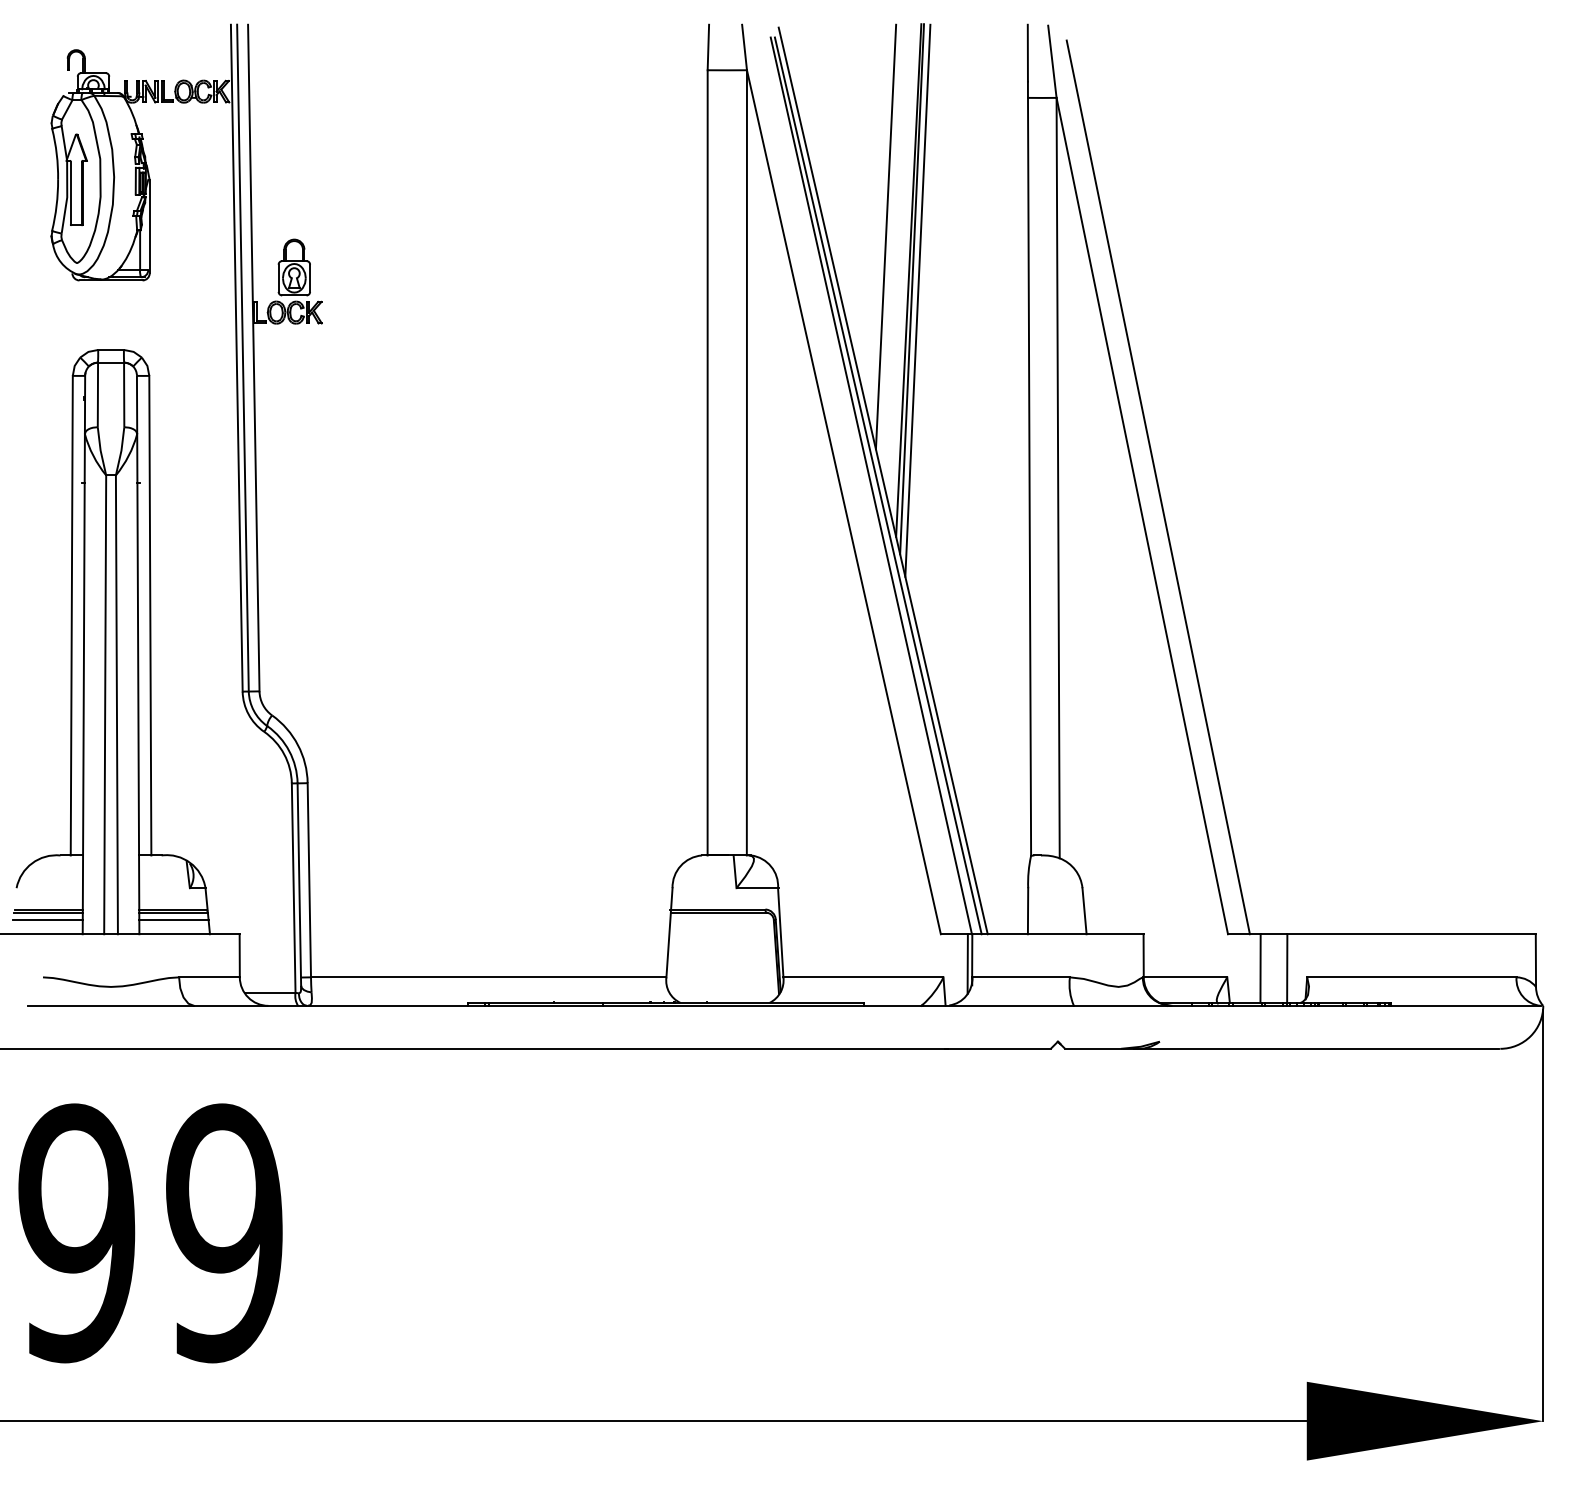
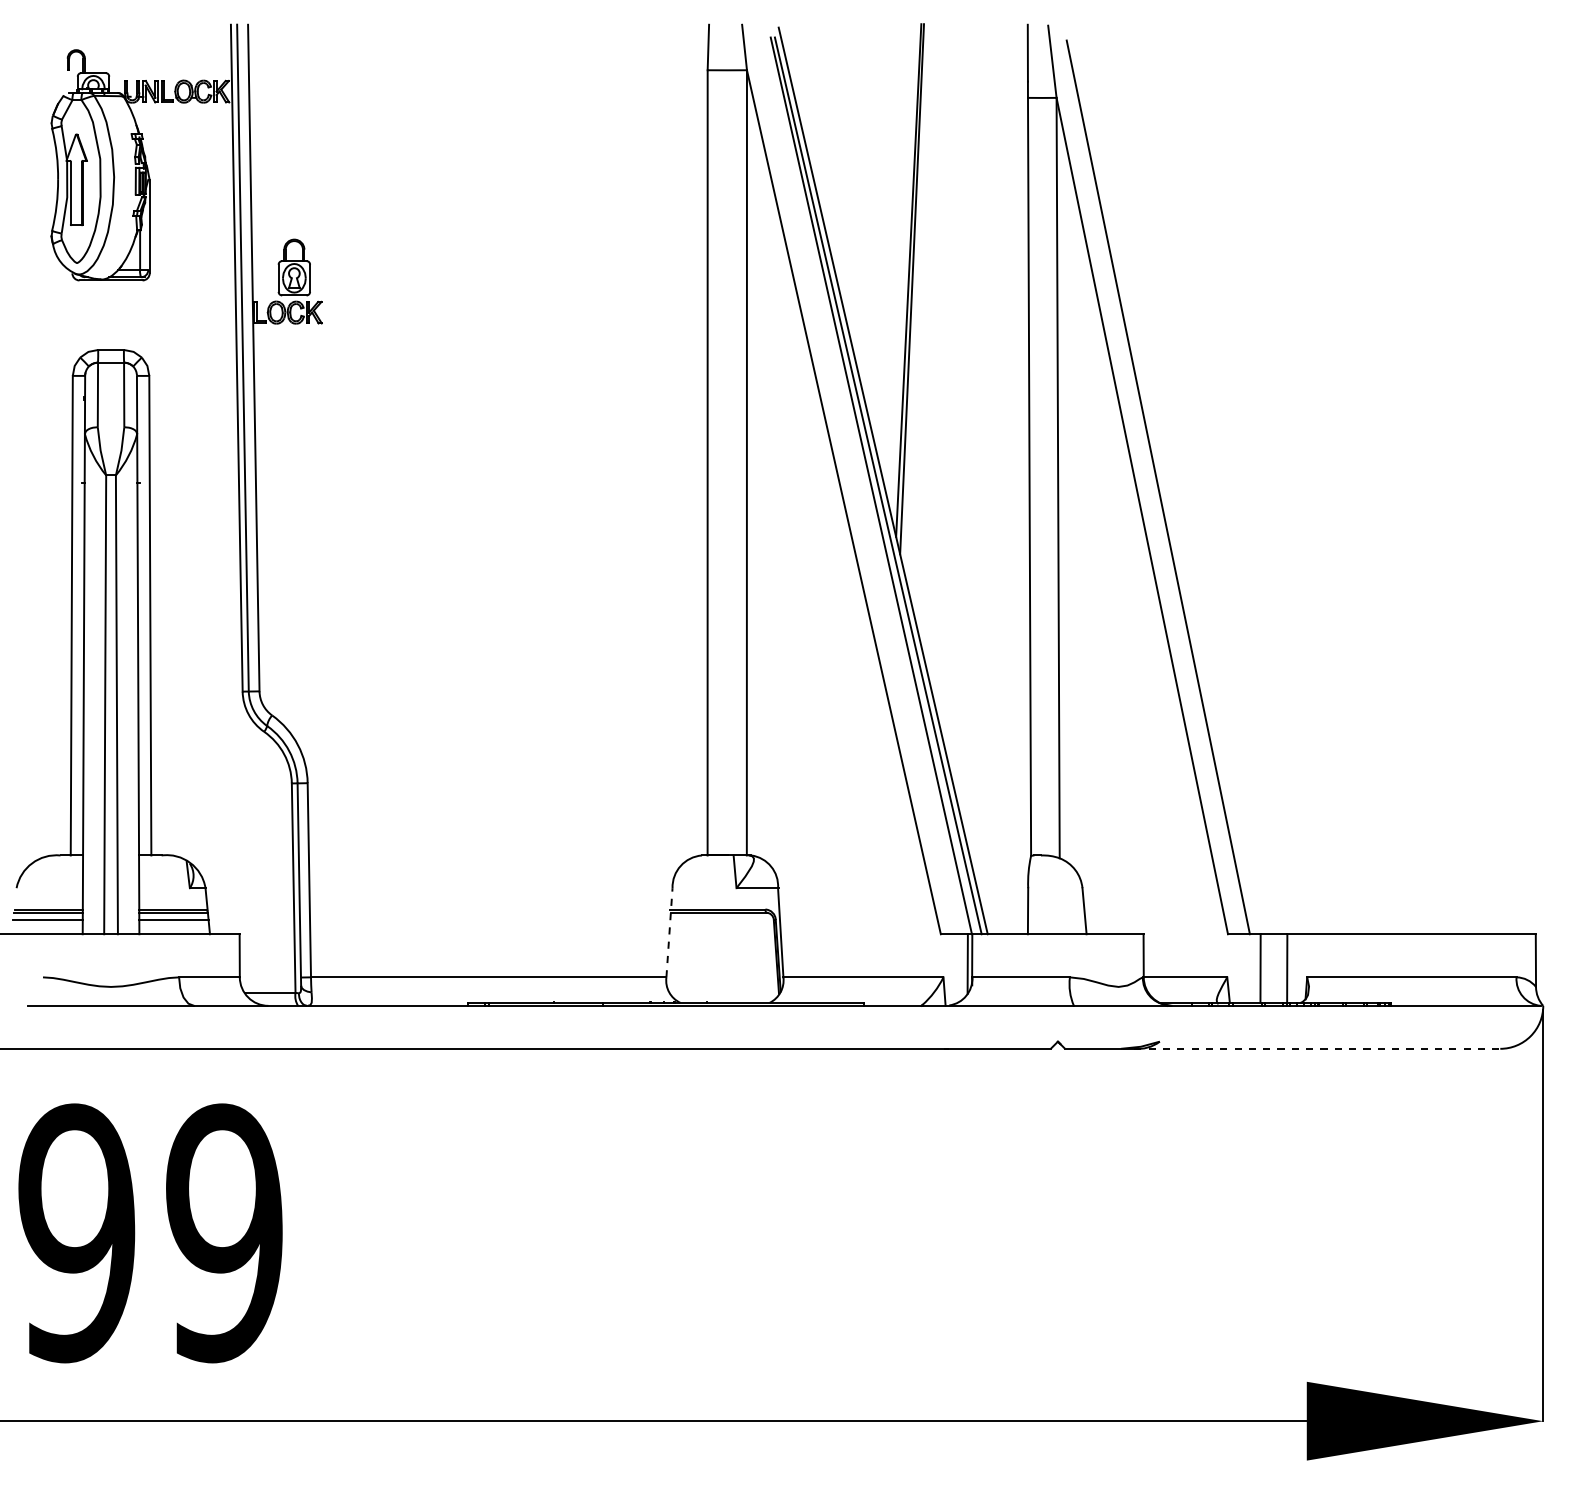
line at (885, 236): present -> none
line at (917, 300): present -> none
line at (669, 932): solid -> dashed
line at (1317, 1048): solid -> dashed
